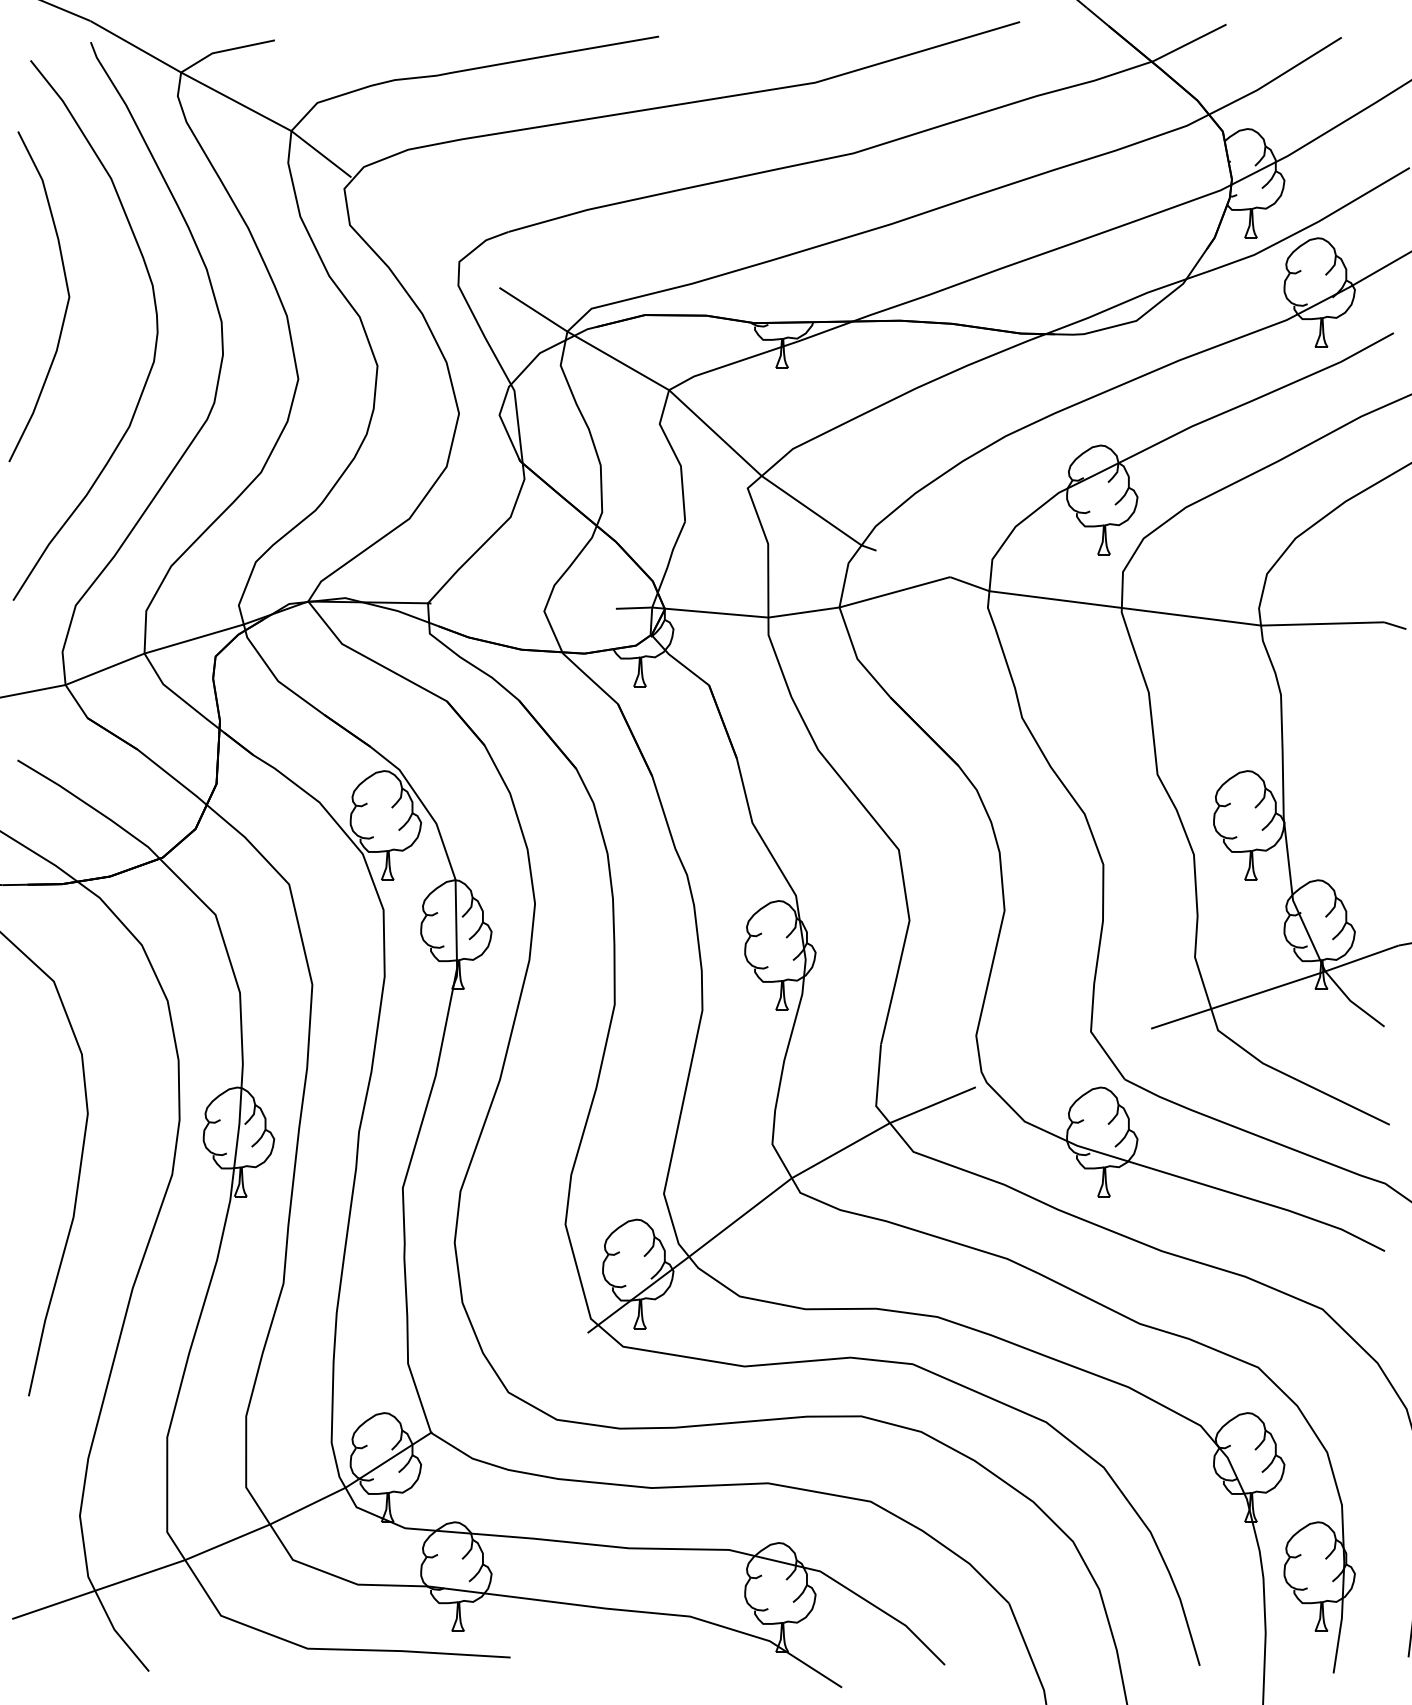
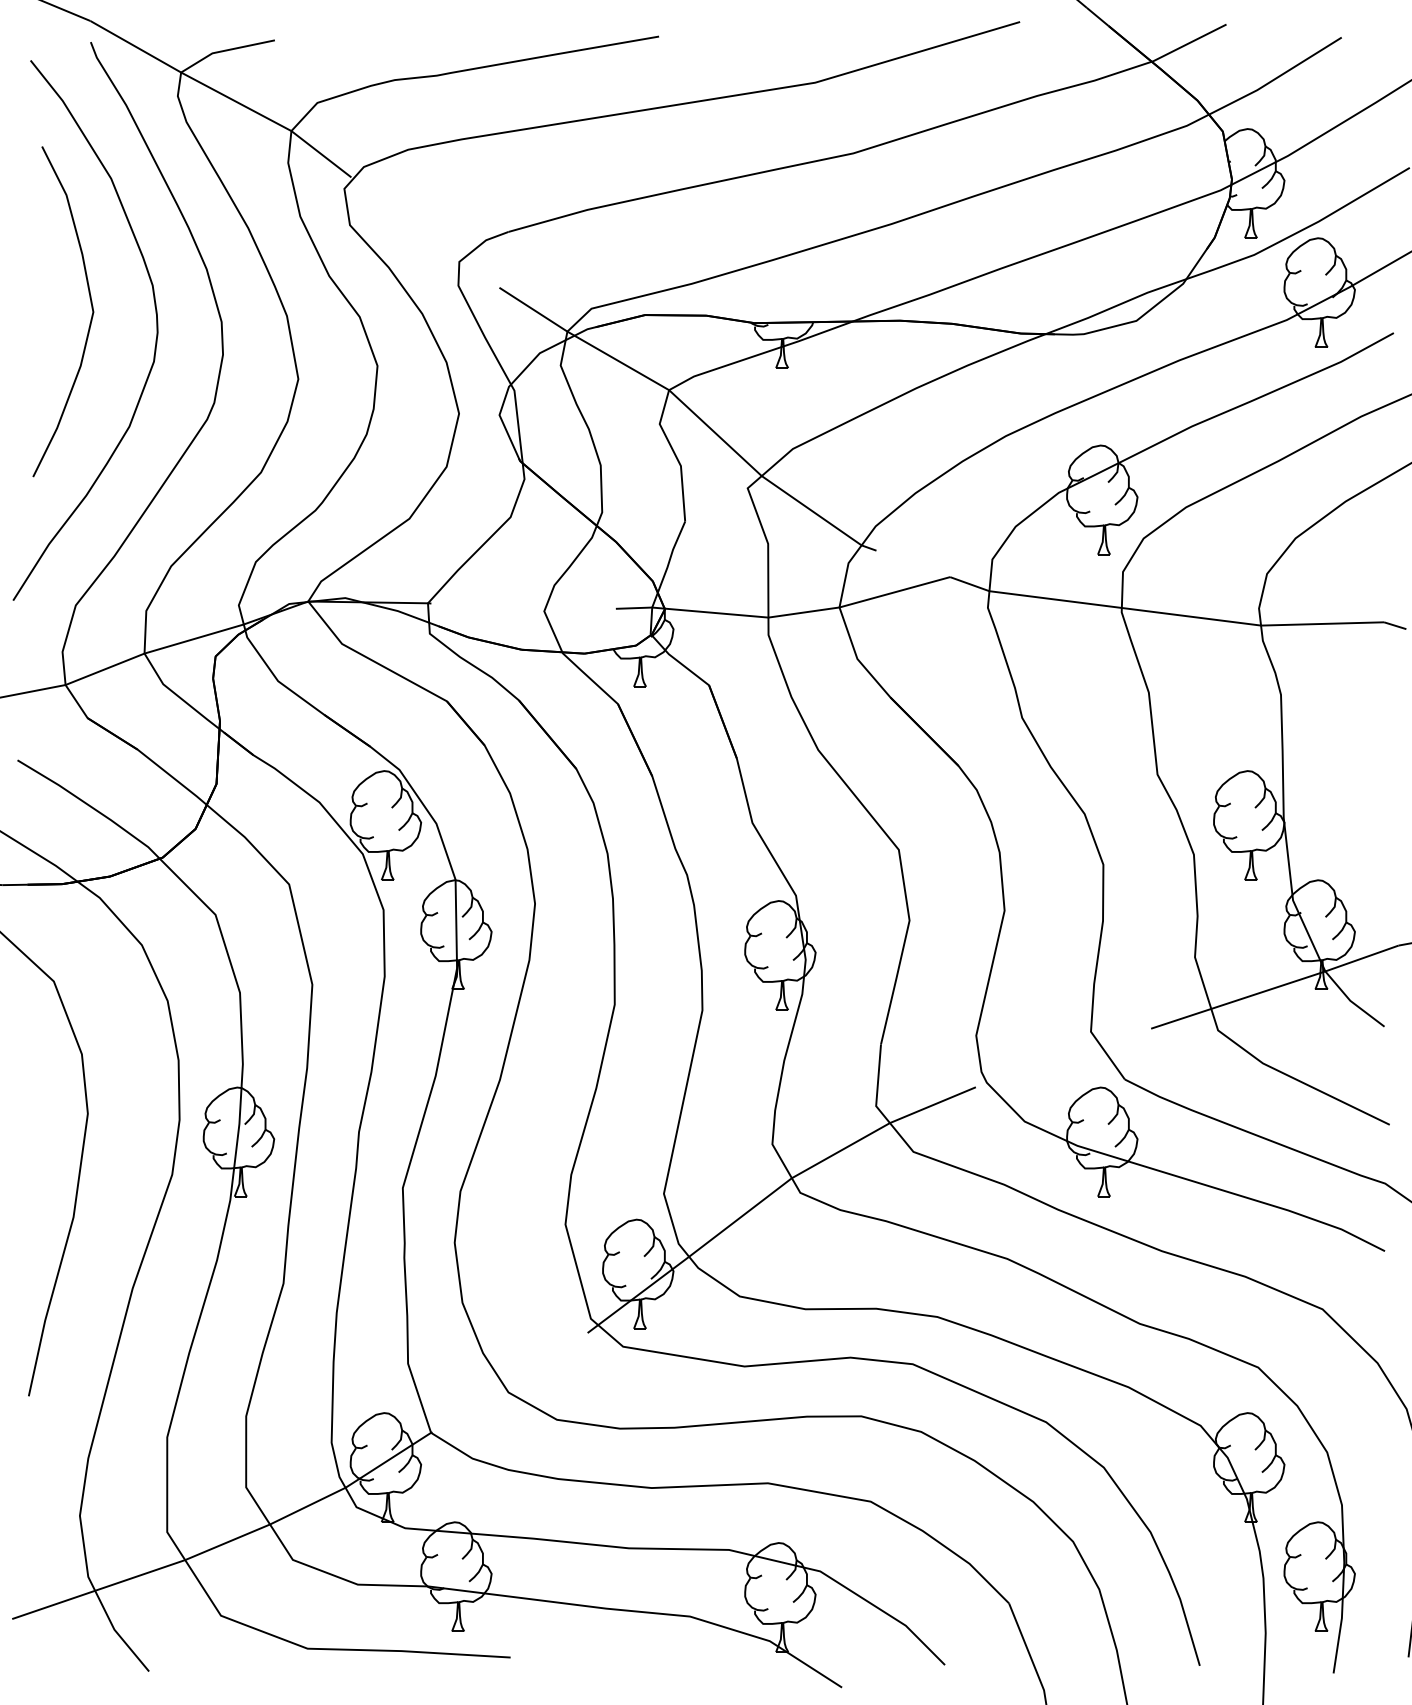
curve at (66, 288) position: (66, 288) -> (90, 303)
